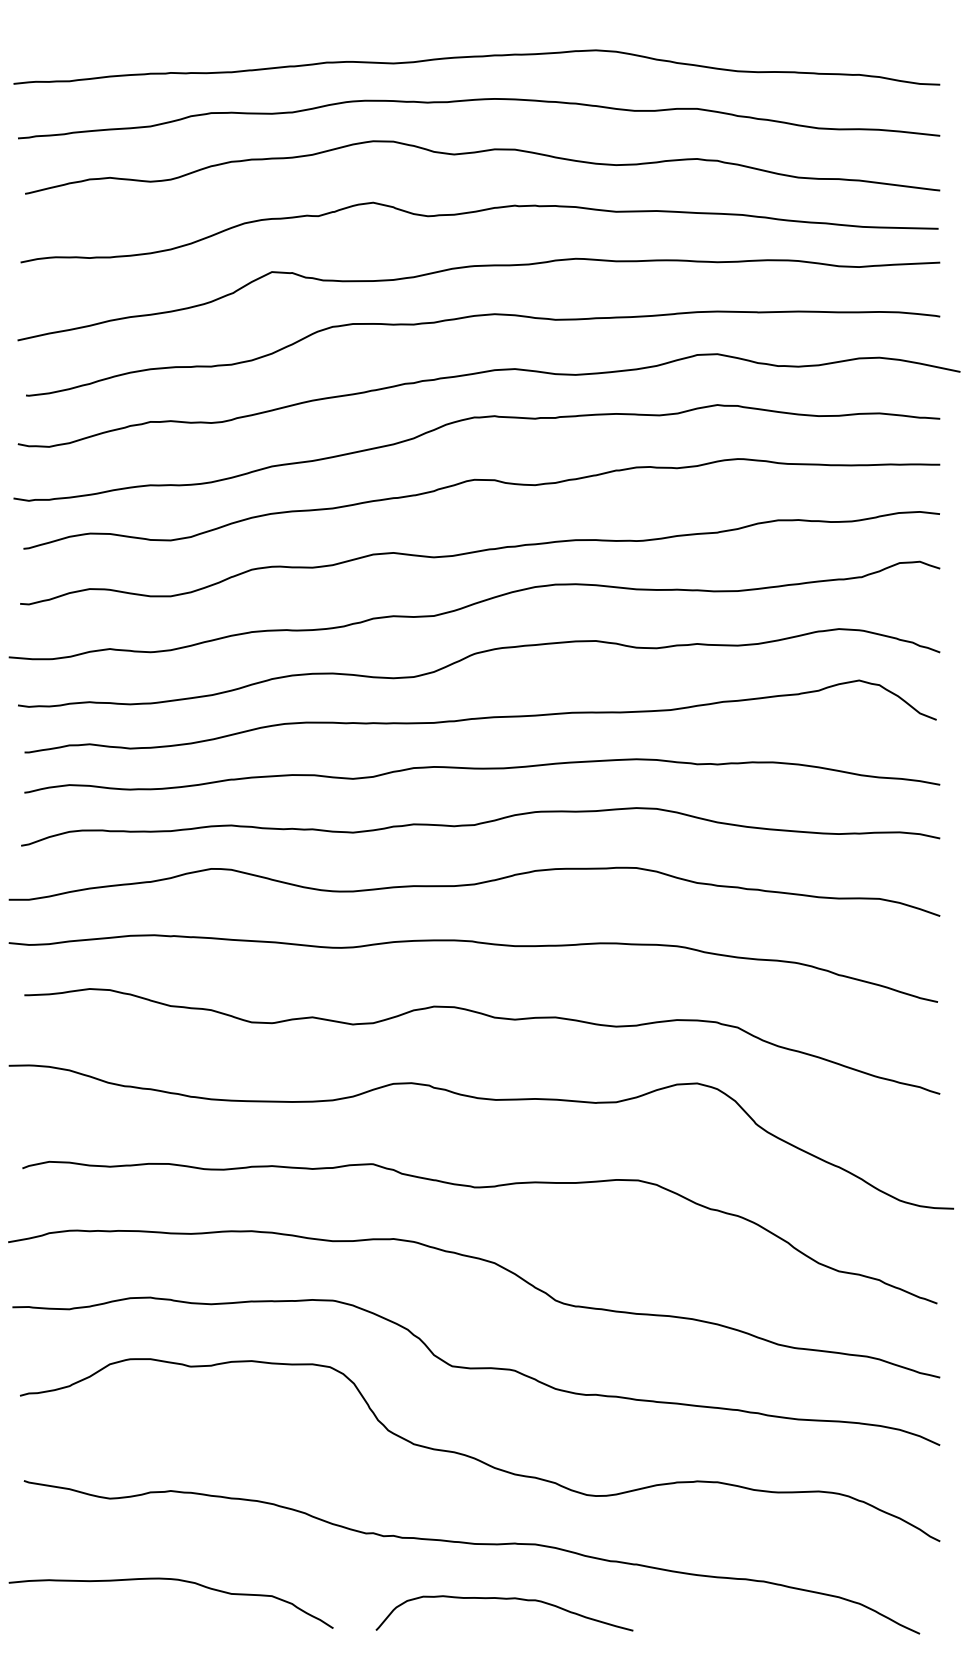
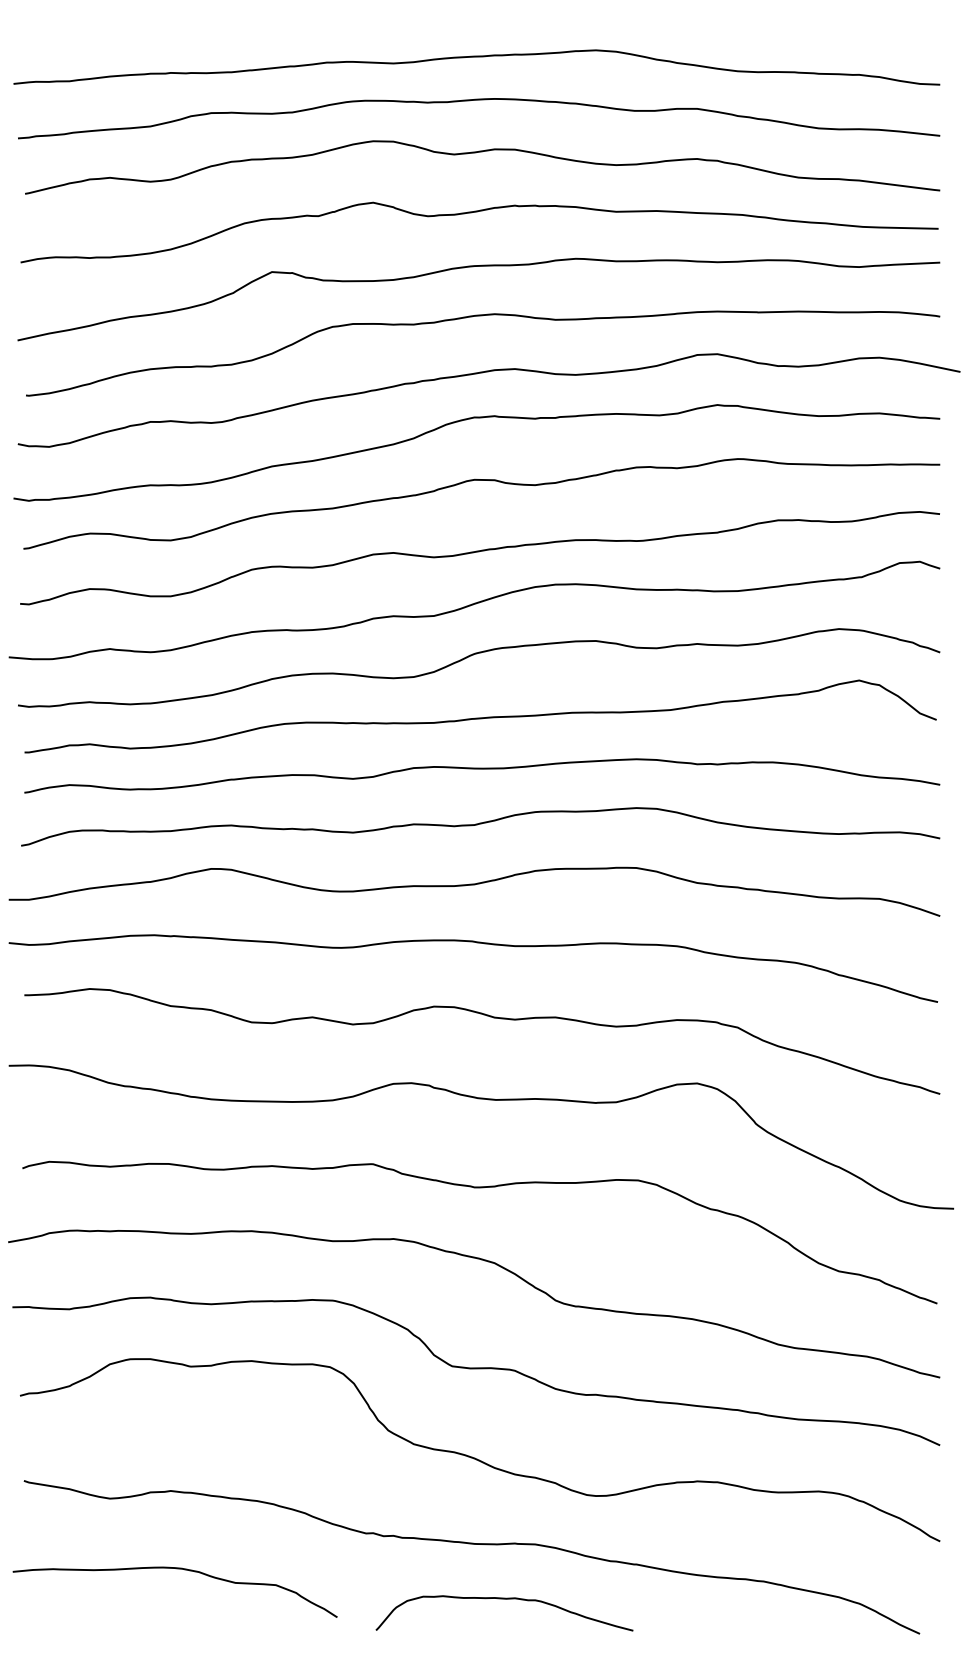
curve at (172, 1580) position: (172, 1580) -> (176, 1569)
